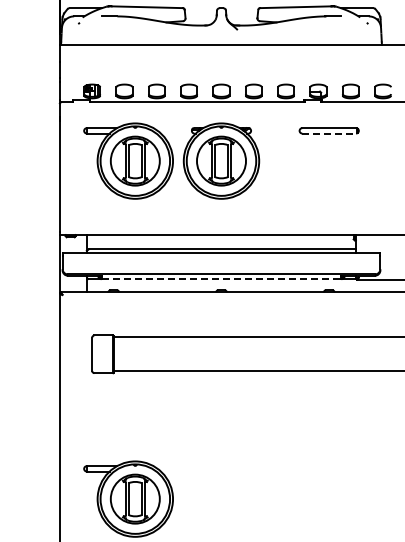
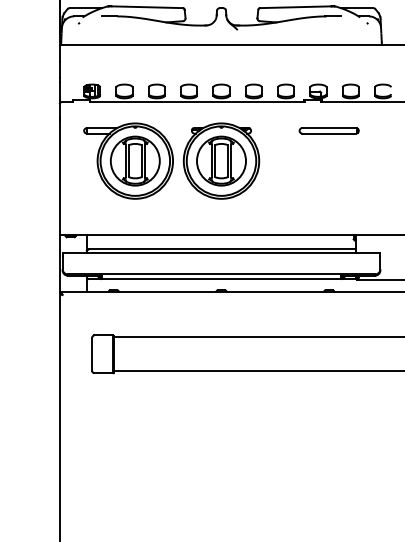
line at (329, 133): dashed -> solid
line at (221, 279): dashed -> solid
part at (128, 498): present -> none
